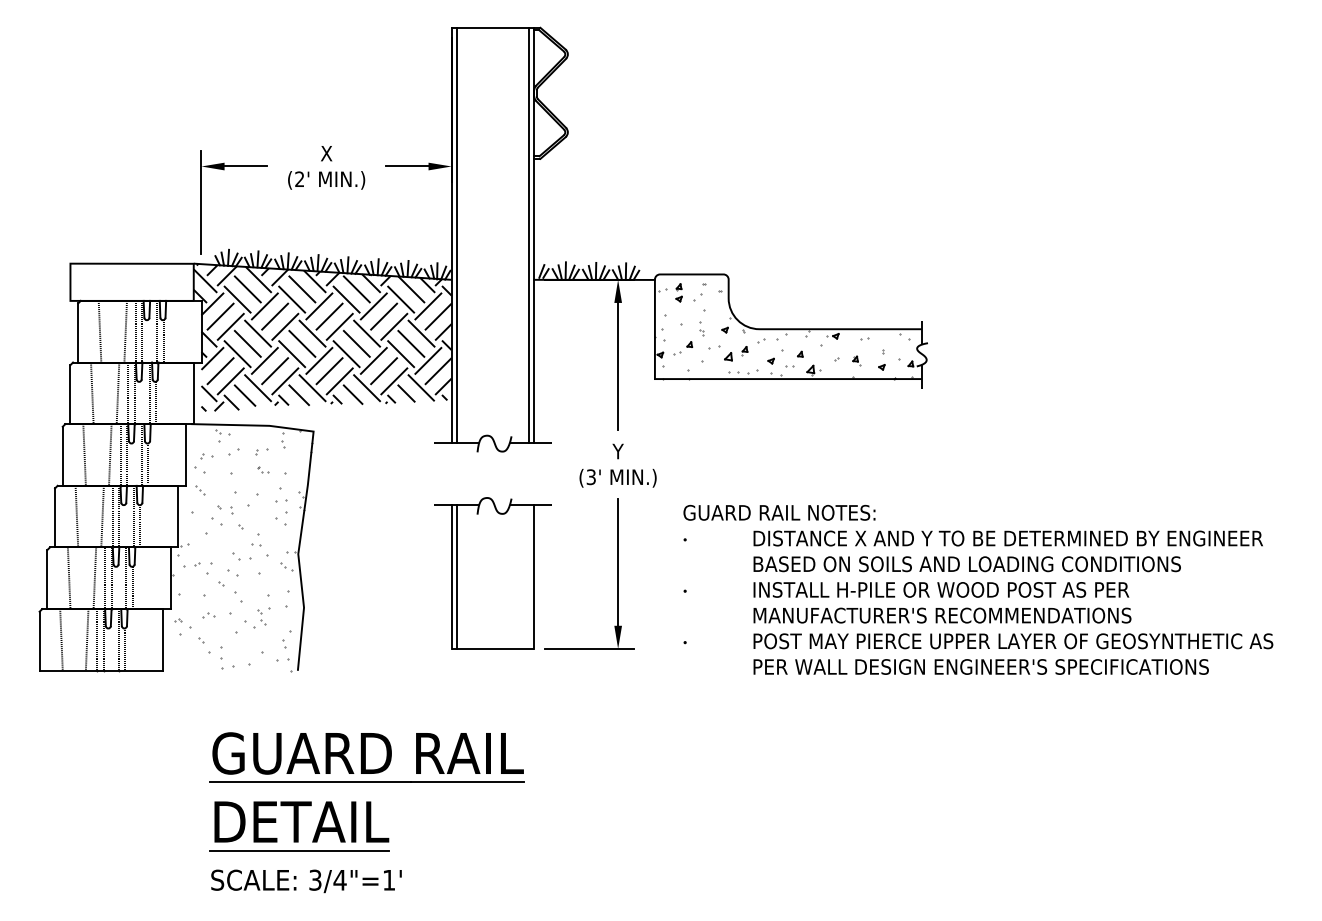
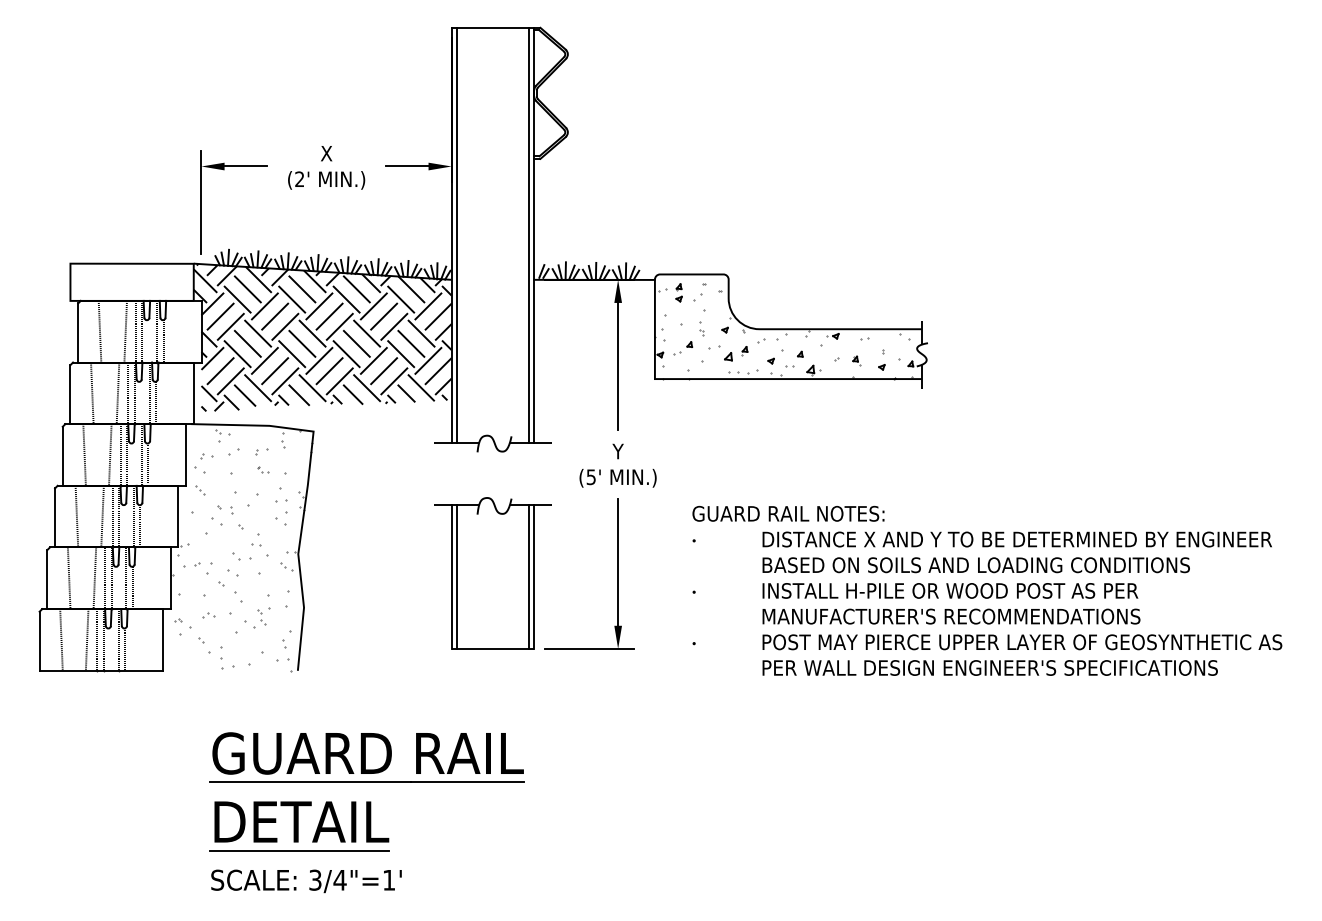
text at (591, 476): (3' -> (5'
line at (529, 576): none -> present
text at (978, 589) position: (978, 589) -> (987, 590)
